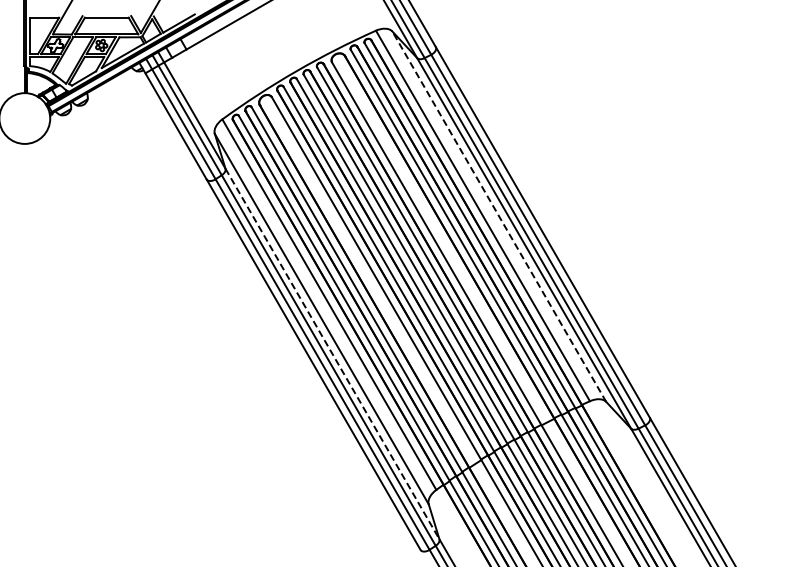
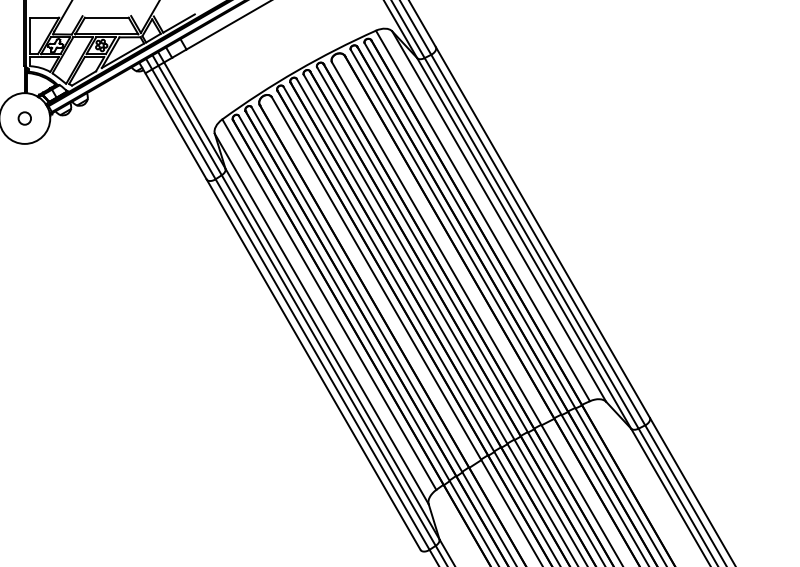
circle at (24, 118): none -> present
line at (499, 216): dashed -> solid
line at (332, 354): dashed -> solid
